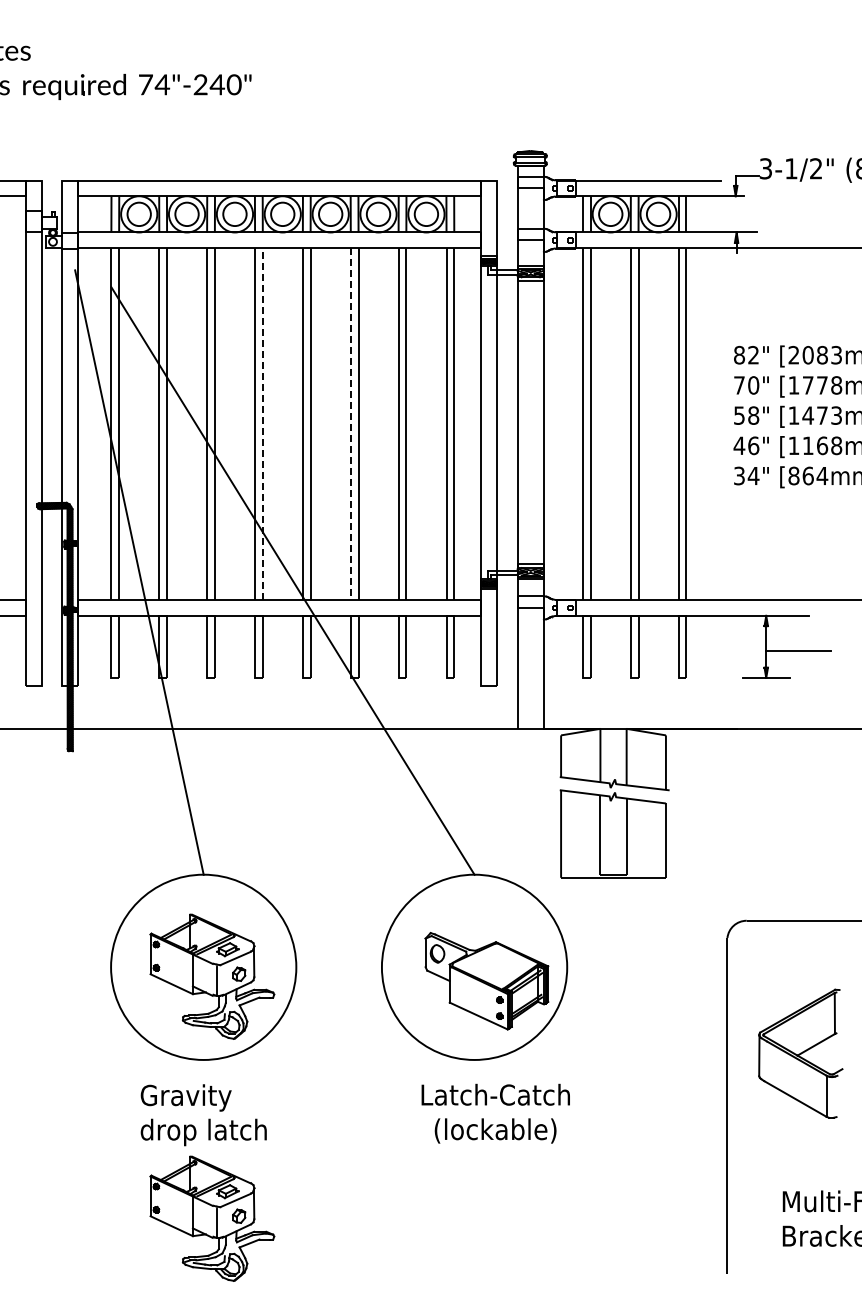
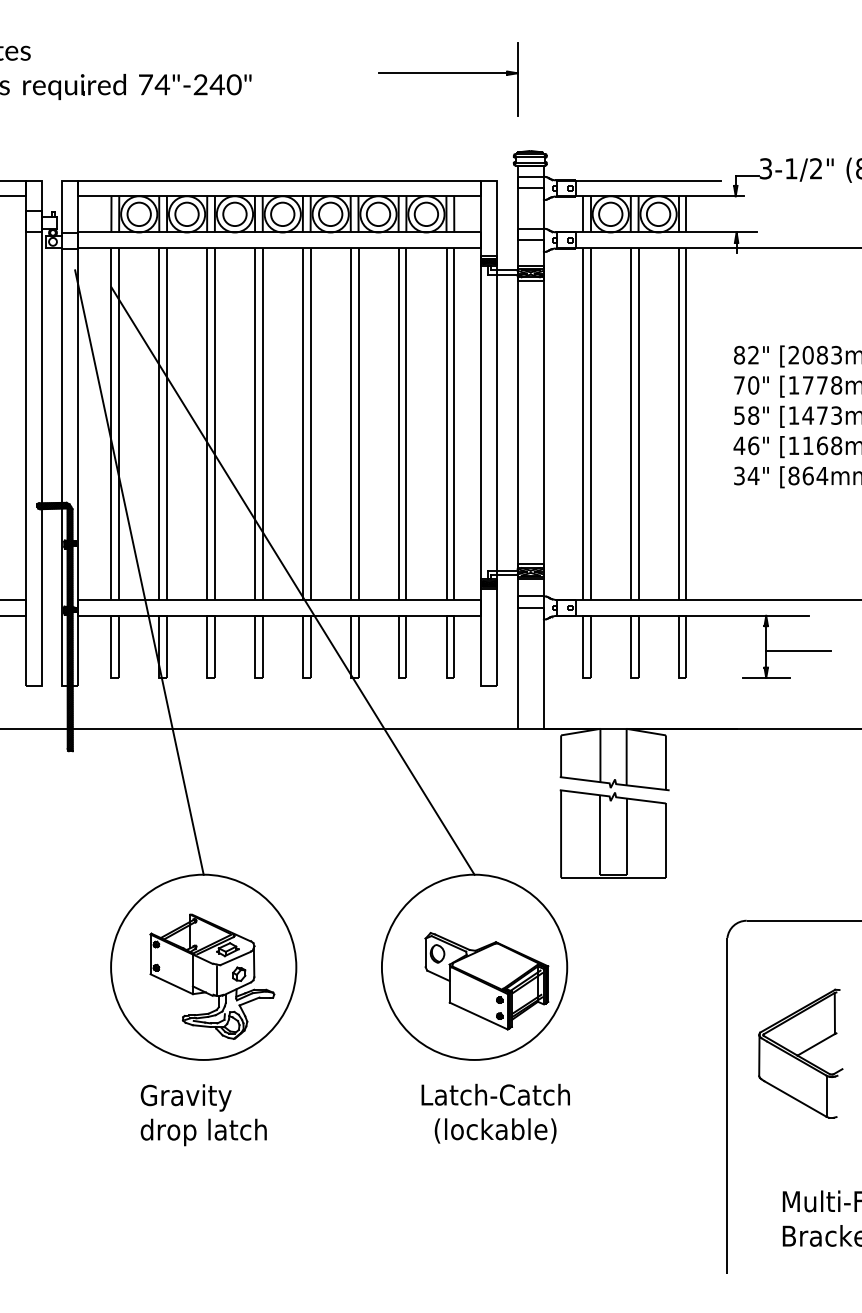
part at (448, 79): none -> present
line at (262, 424): dashed -> solid
line at (350, 424): dashed -> solid
part at (212, 1218): present -> none
